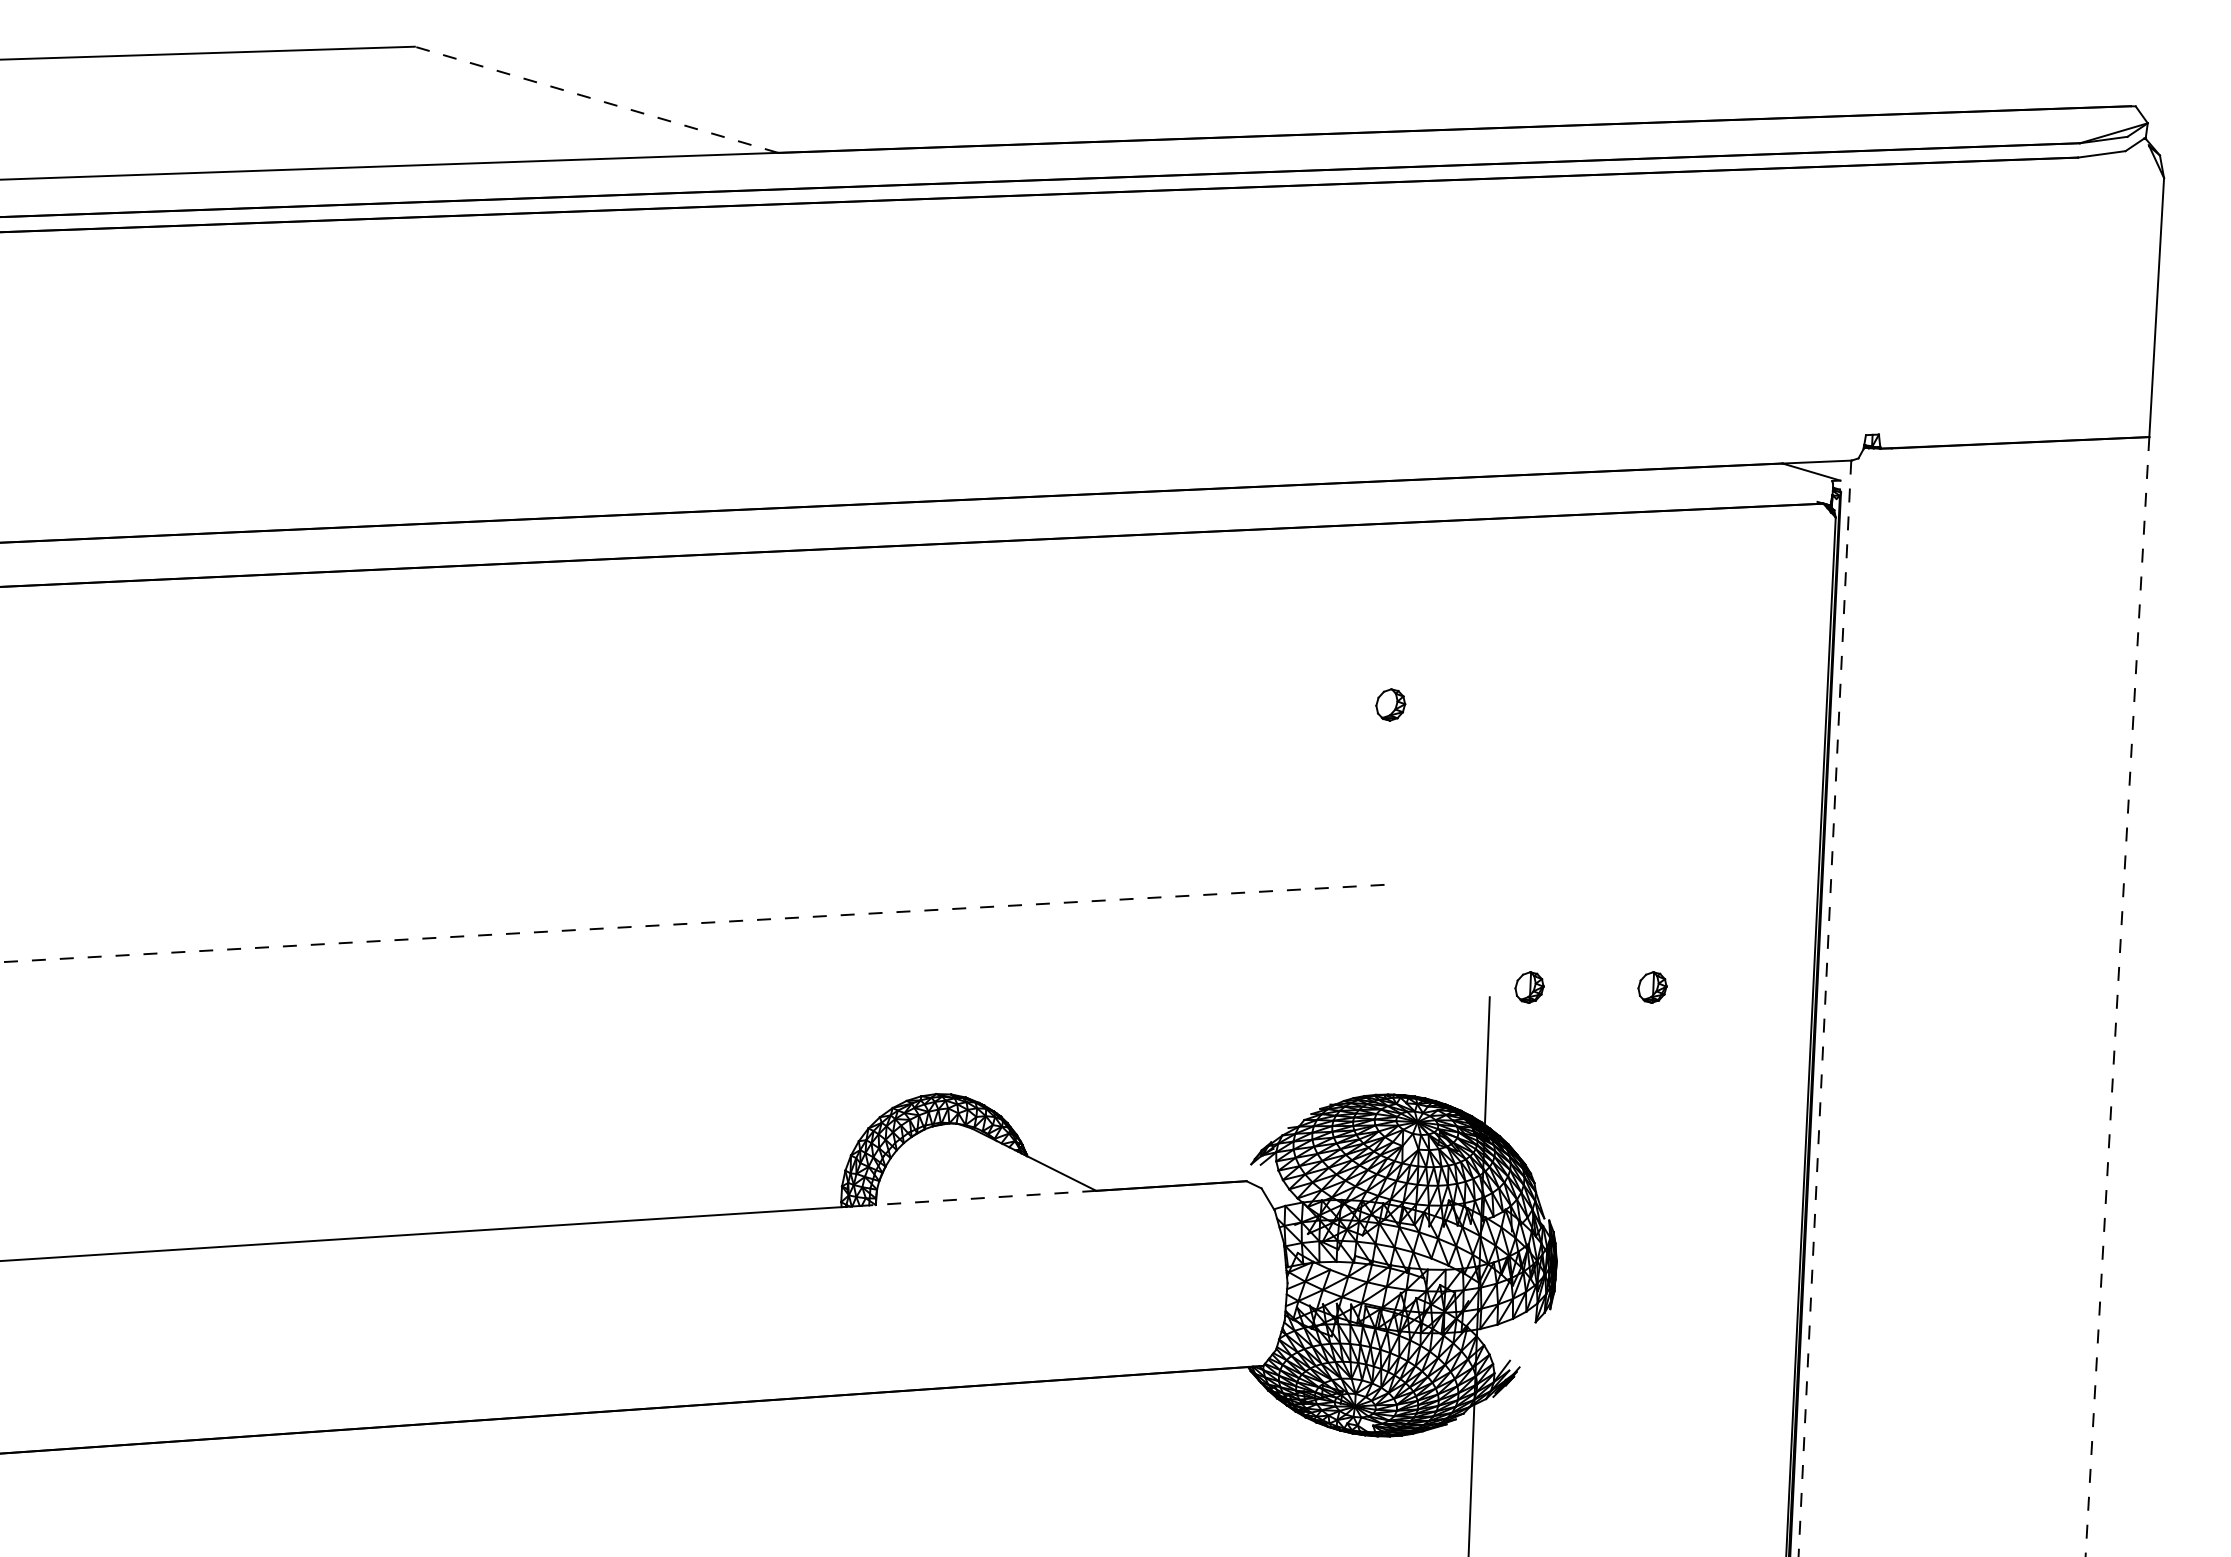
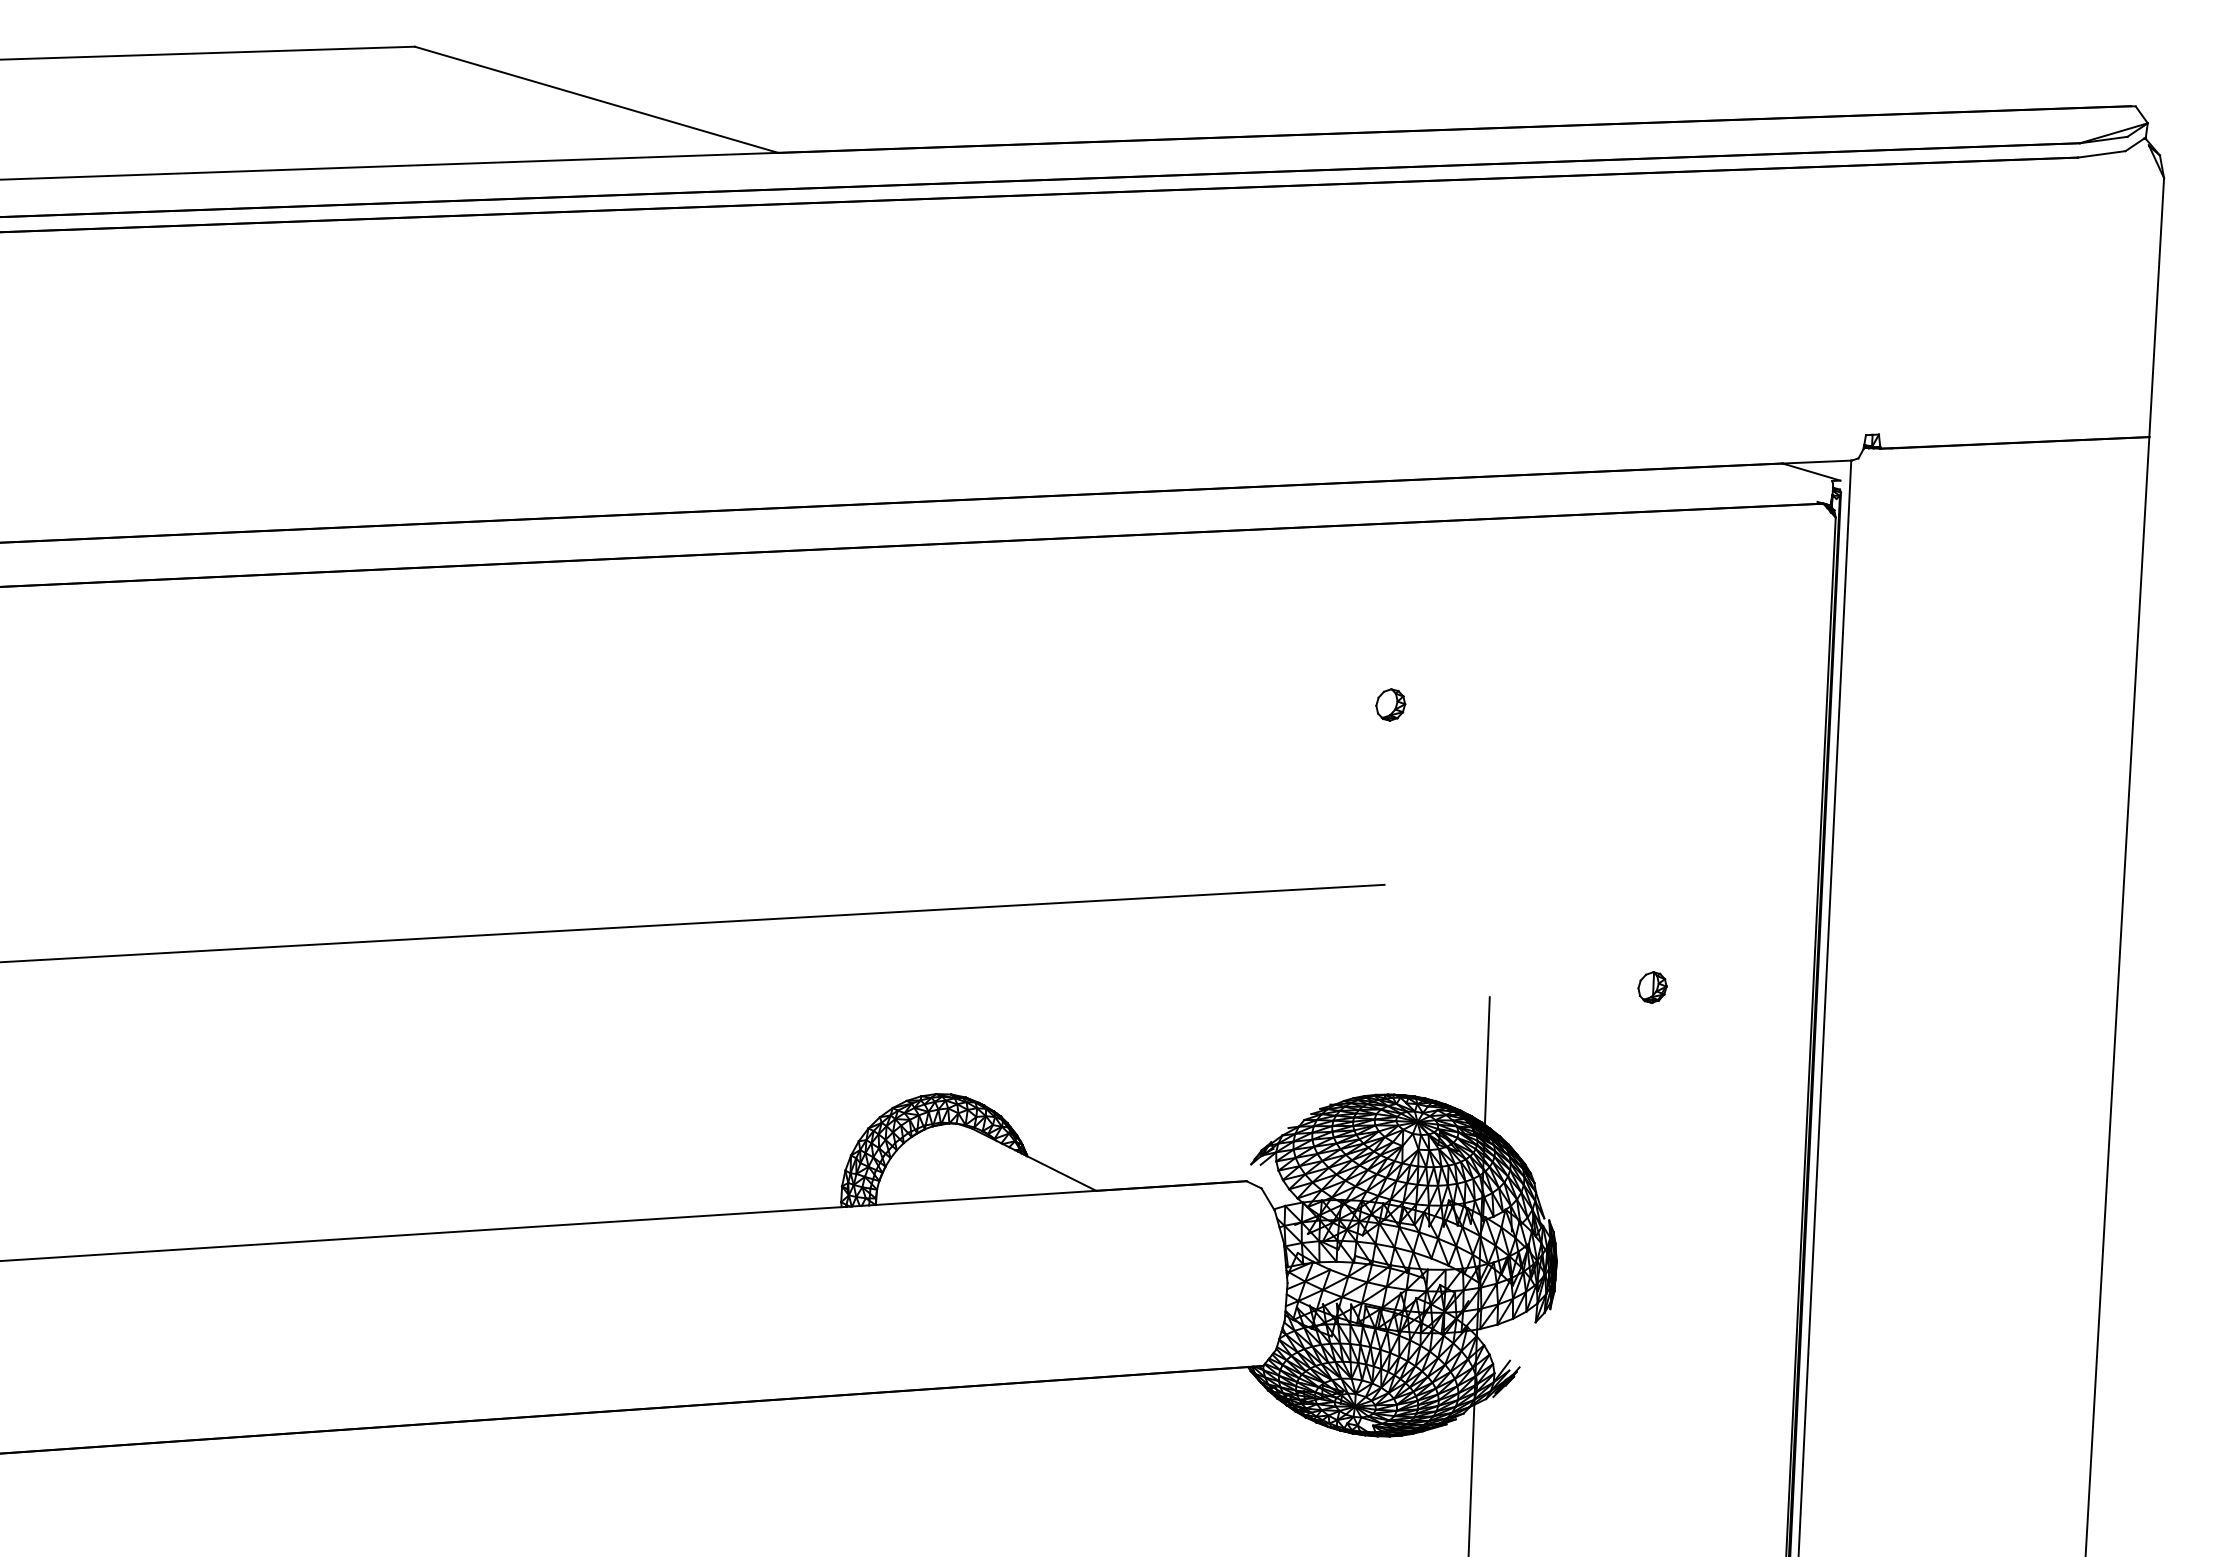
line at (596, 99): dashed -> solid
line at (692, 923): dashed -> solid
part at (1529, 987): present -> none
line at (2117, 997): dashed -> solid
line at (1824, 1008): dashed -> solid
line at (982, 1198): dashed -> solid
